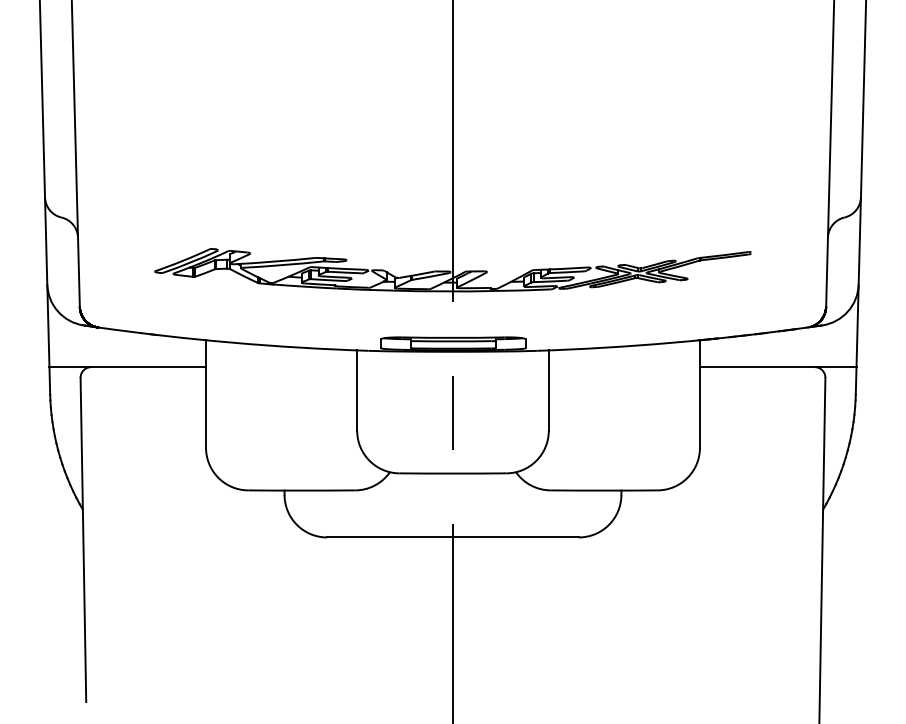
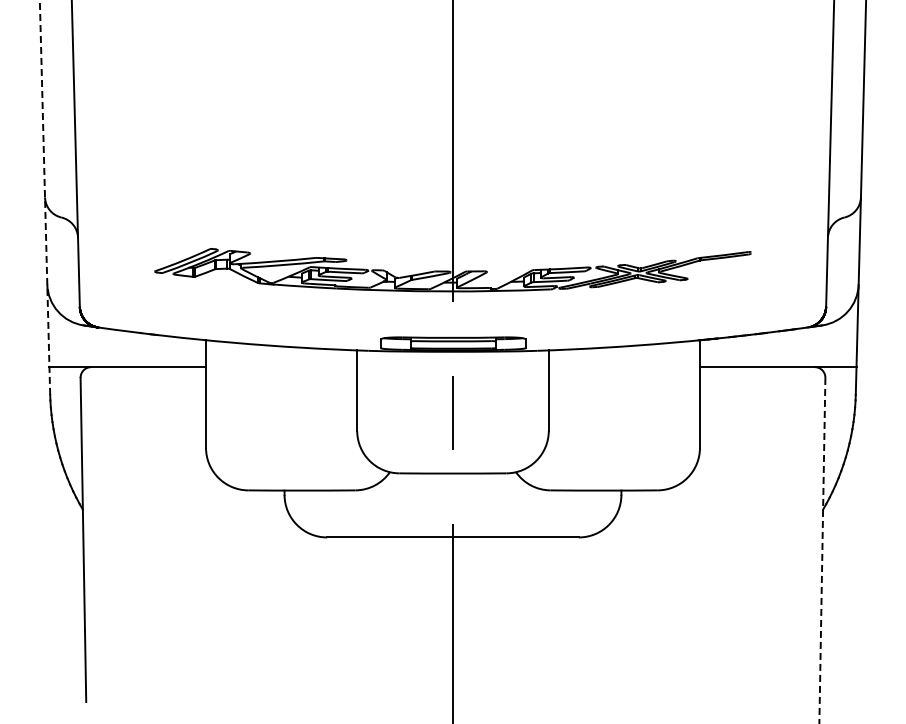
line at (45, 197): solid -> dashed
line at (822, 550): solid -> dashed
